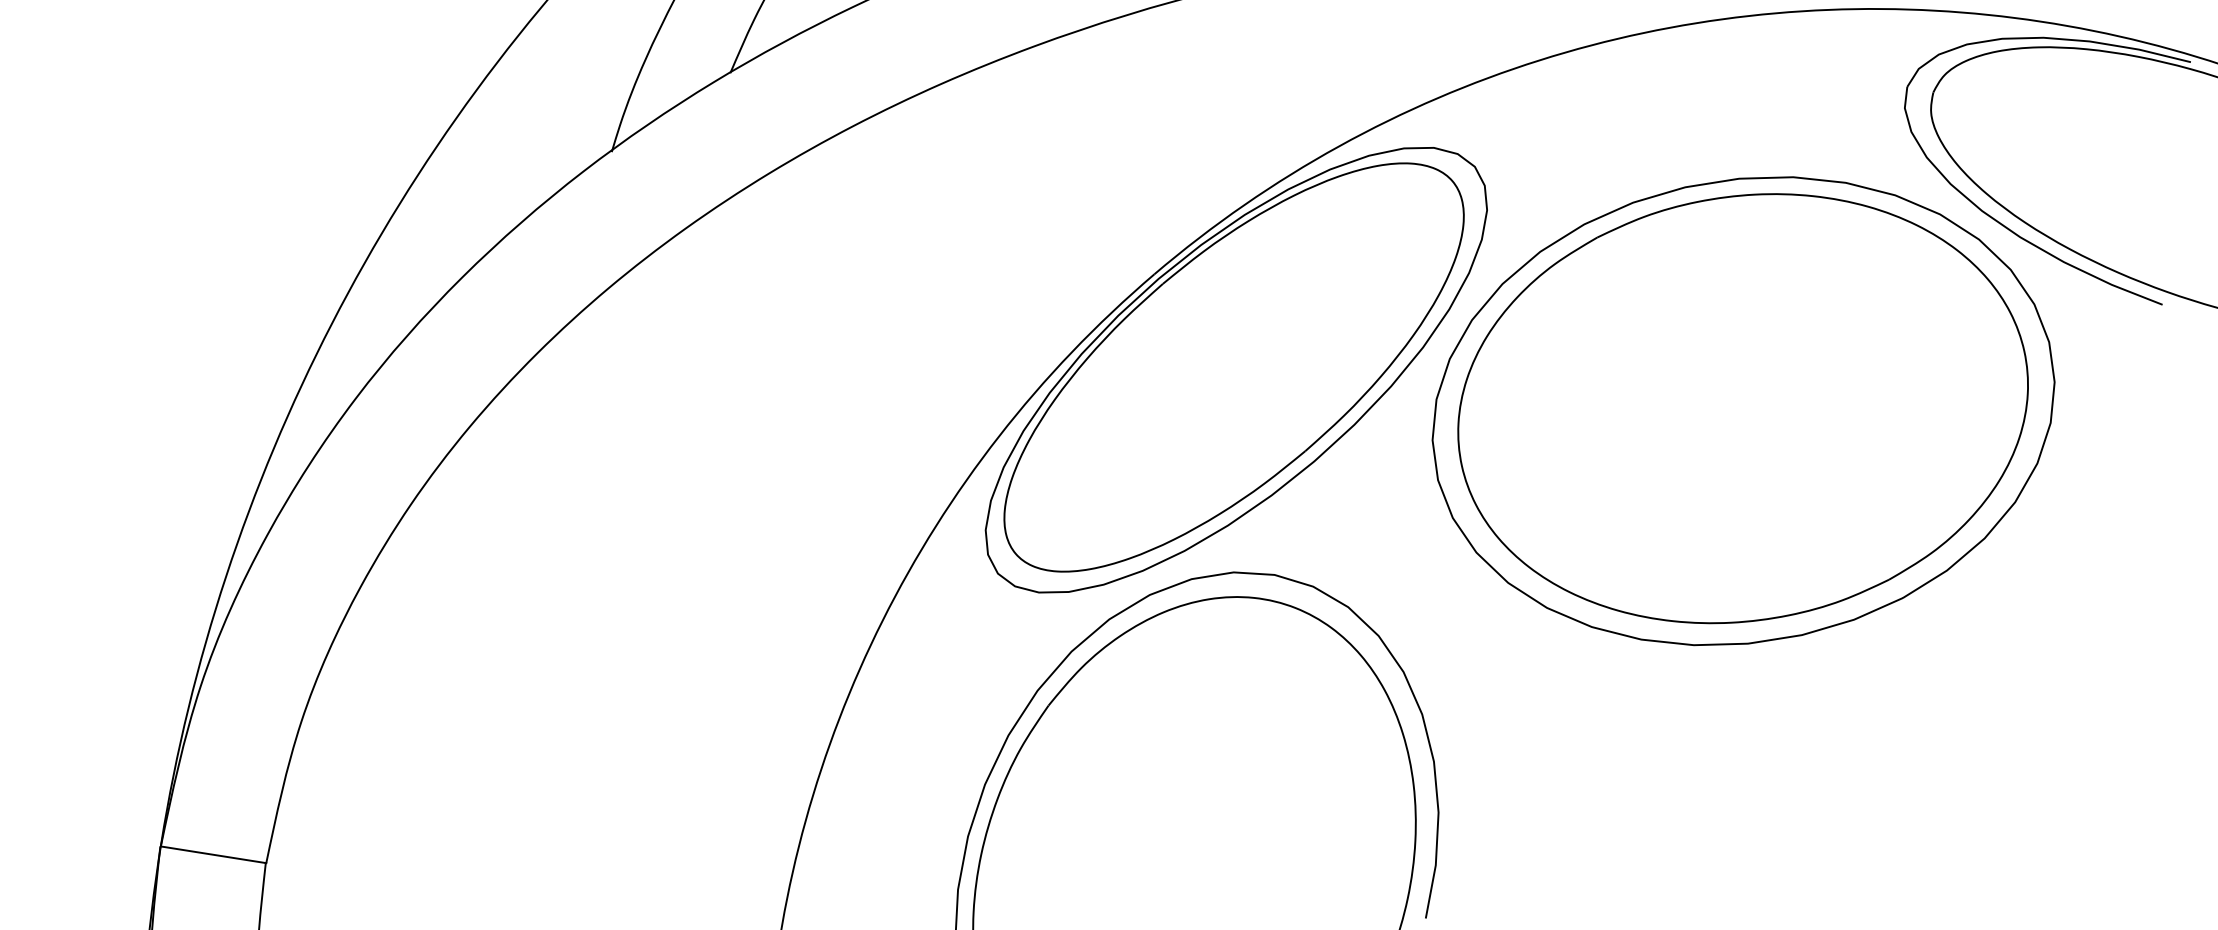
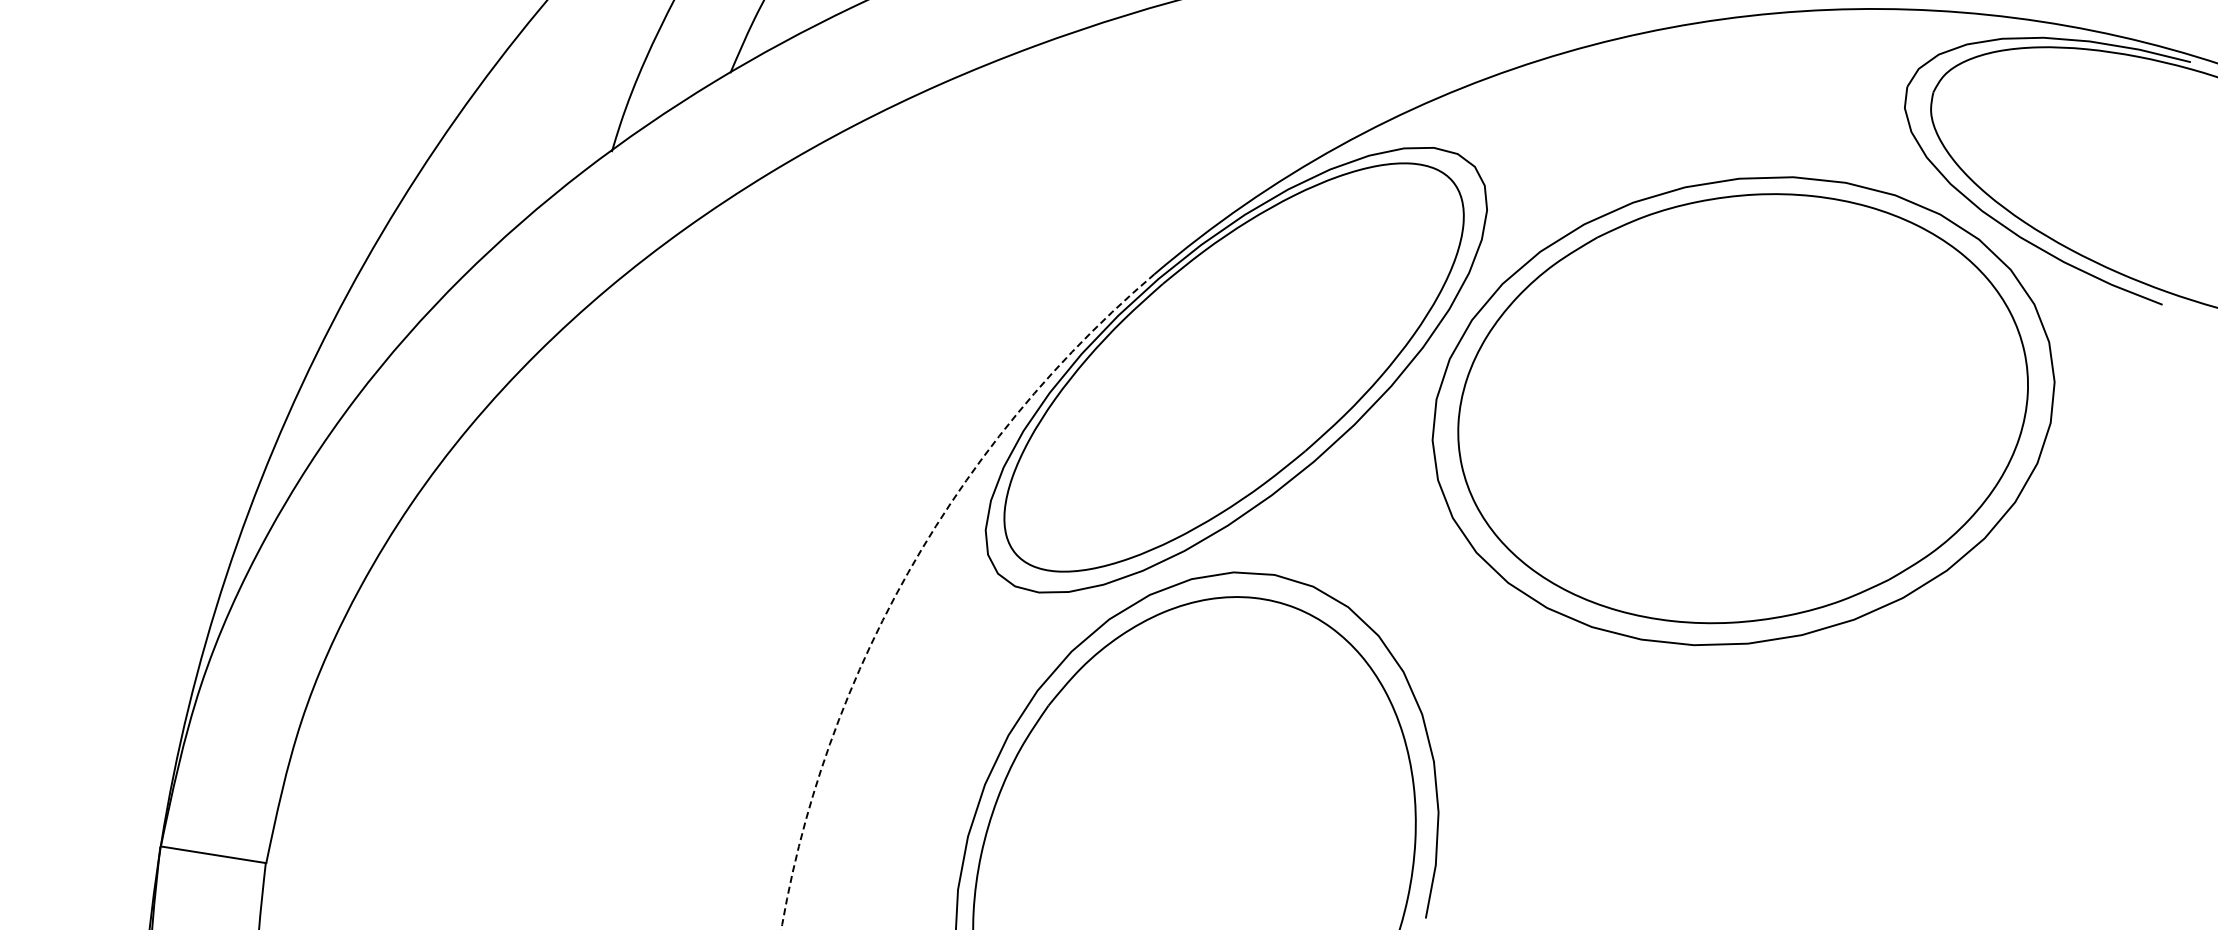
arc at (910, 568): solid -> dashed
